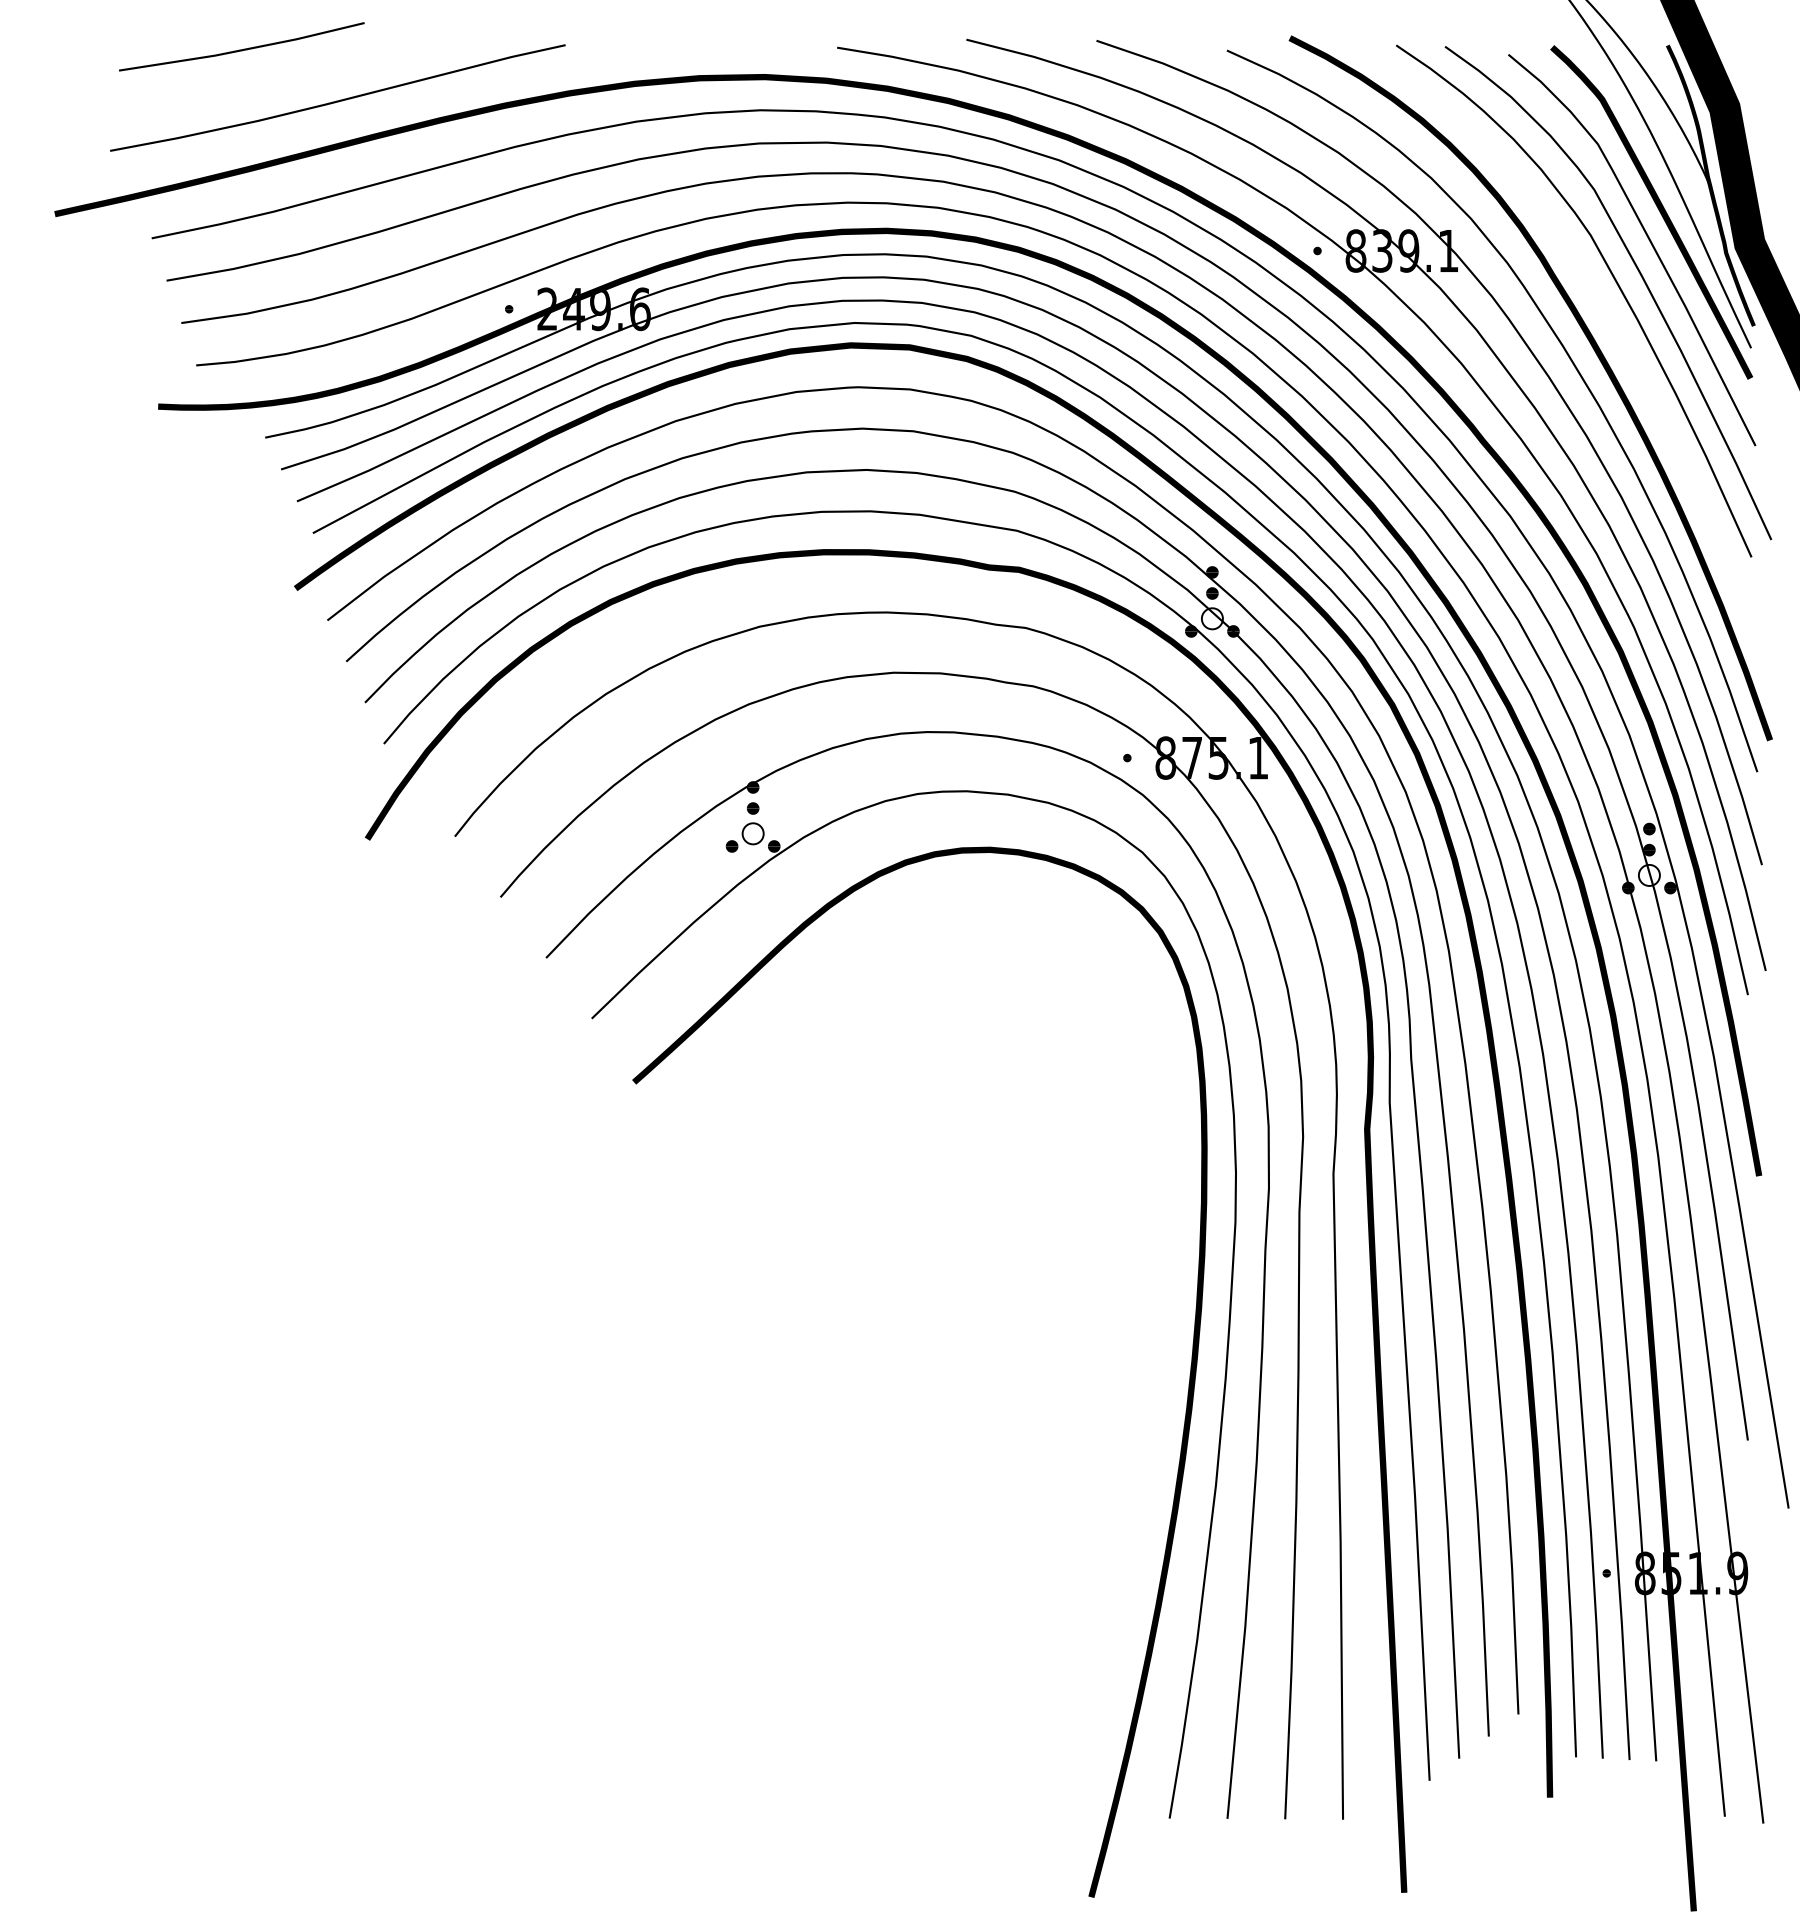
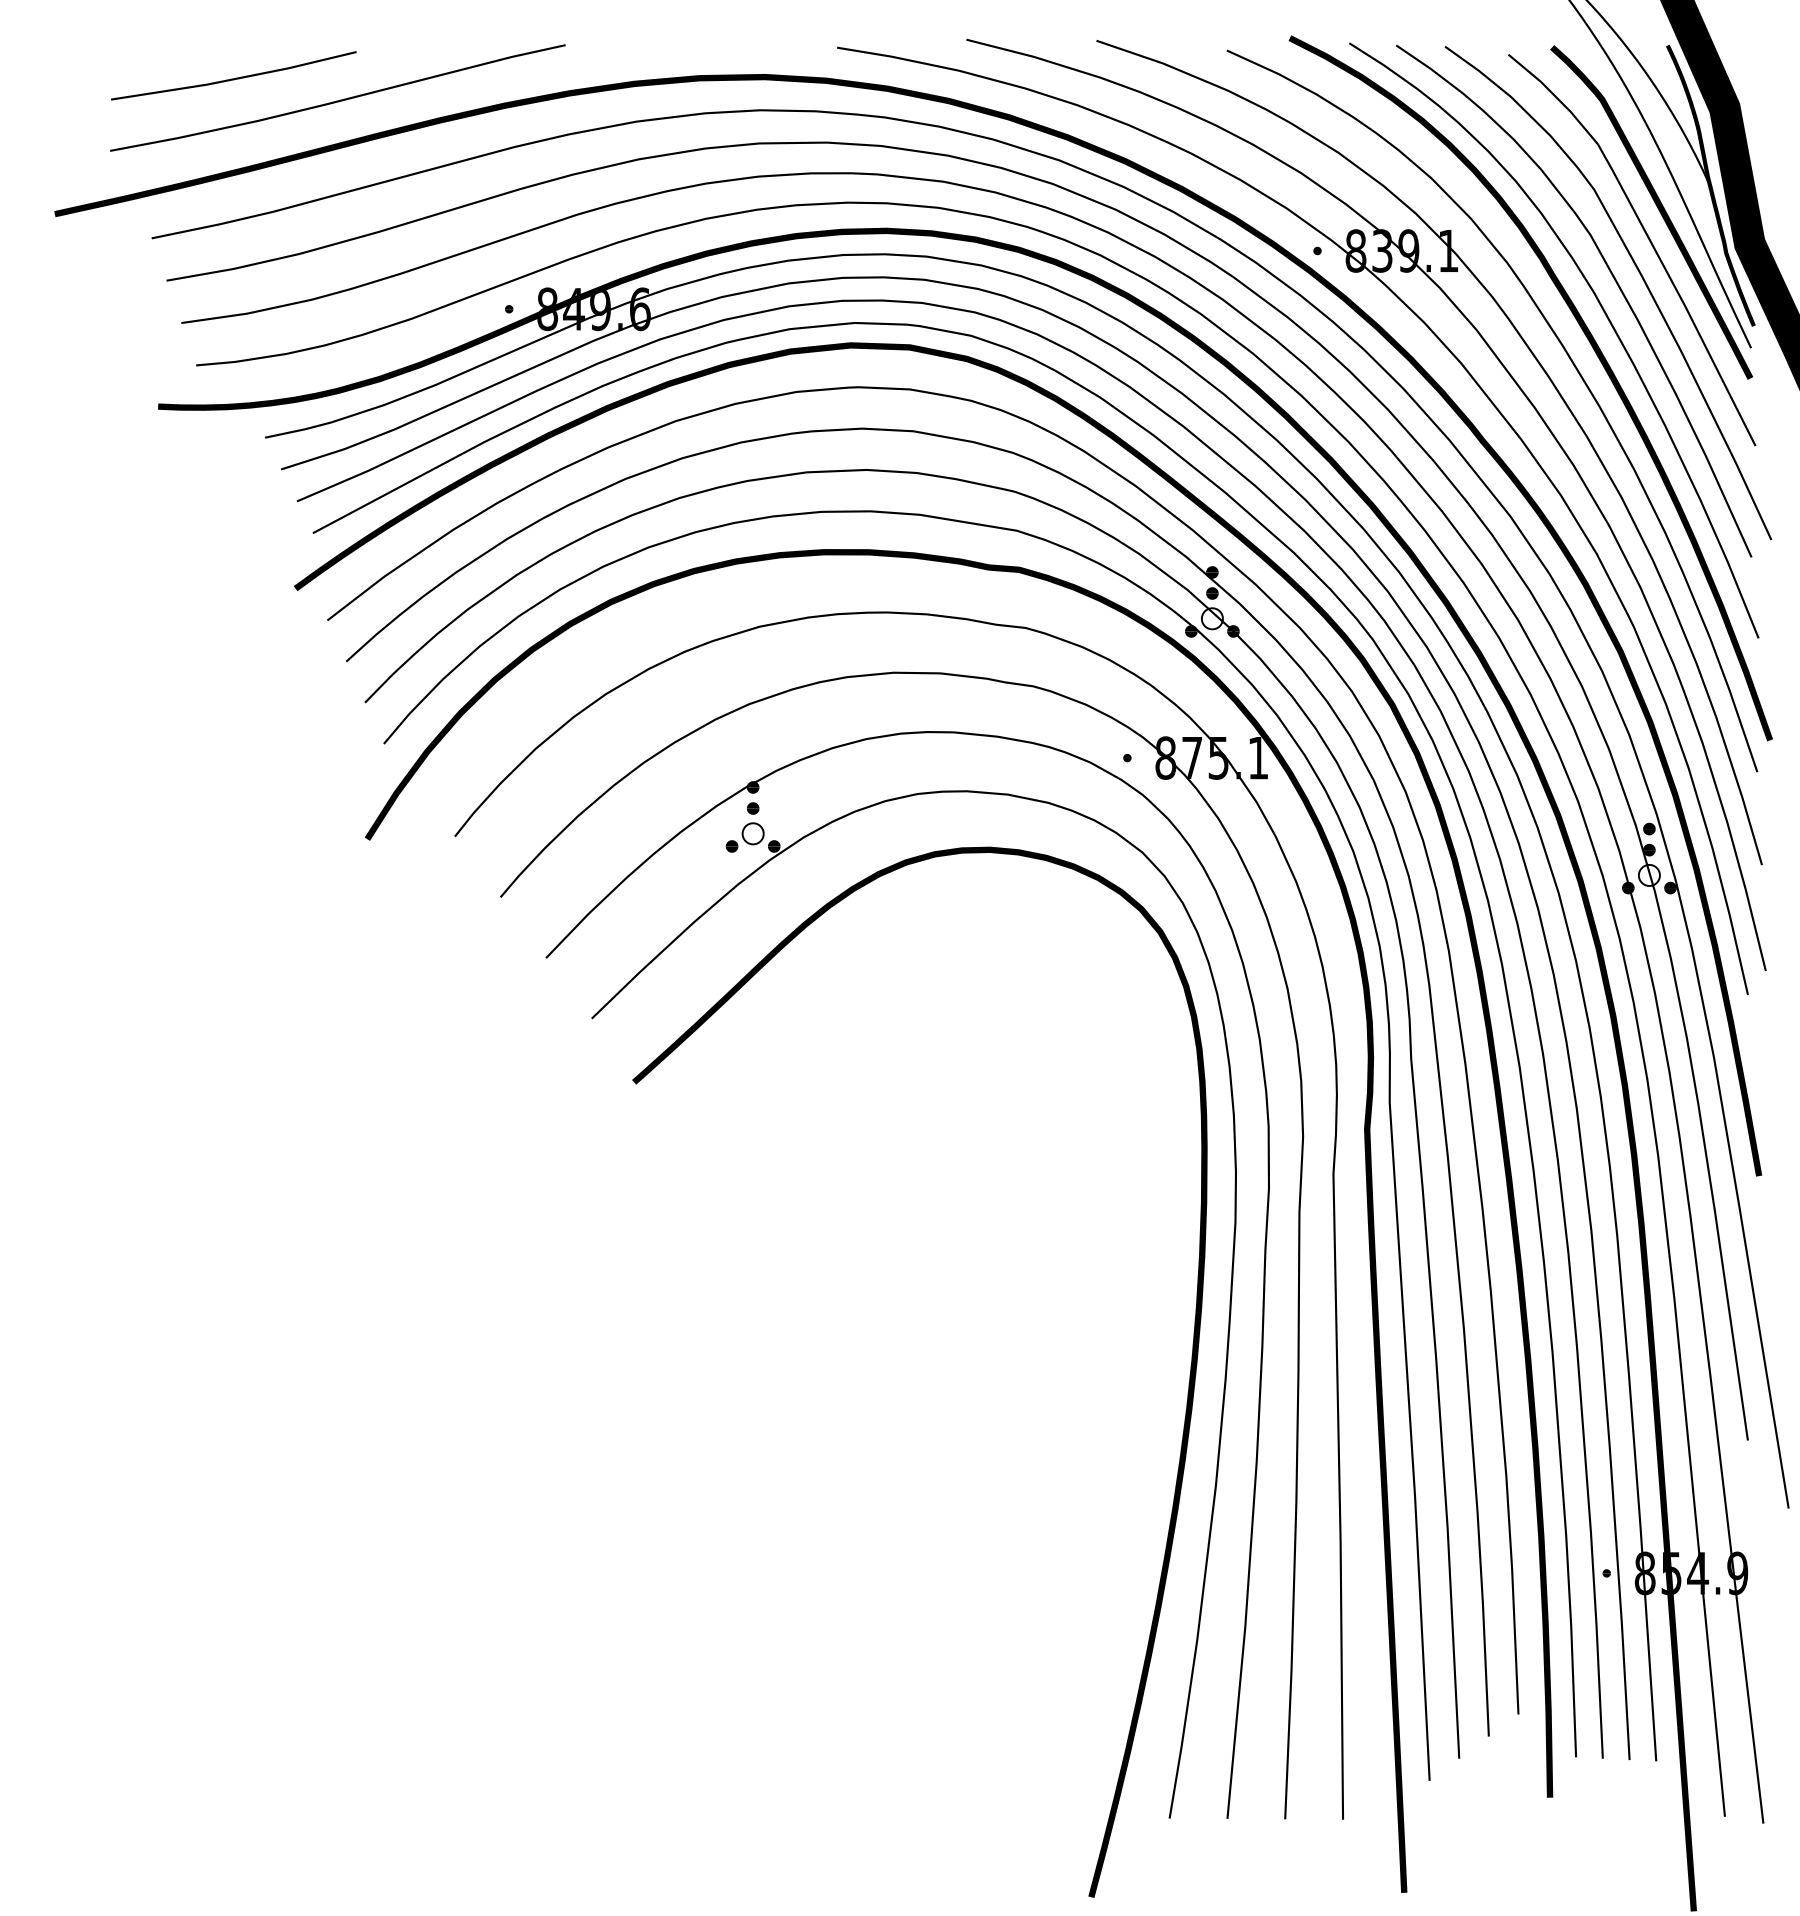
line at (243, 48) position: (243, 48) -> (235, 77)
text at (547, 309): 249.6 -> 849.6
curve at (1603, 312): none -> present
text at (1698, 1573): 851.9 -> 854.9
